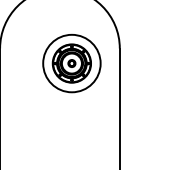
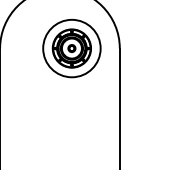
part at (71, 63) position: (71, 63) -> (71, 48)
